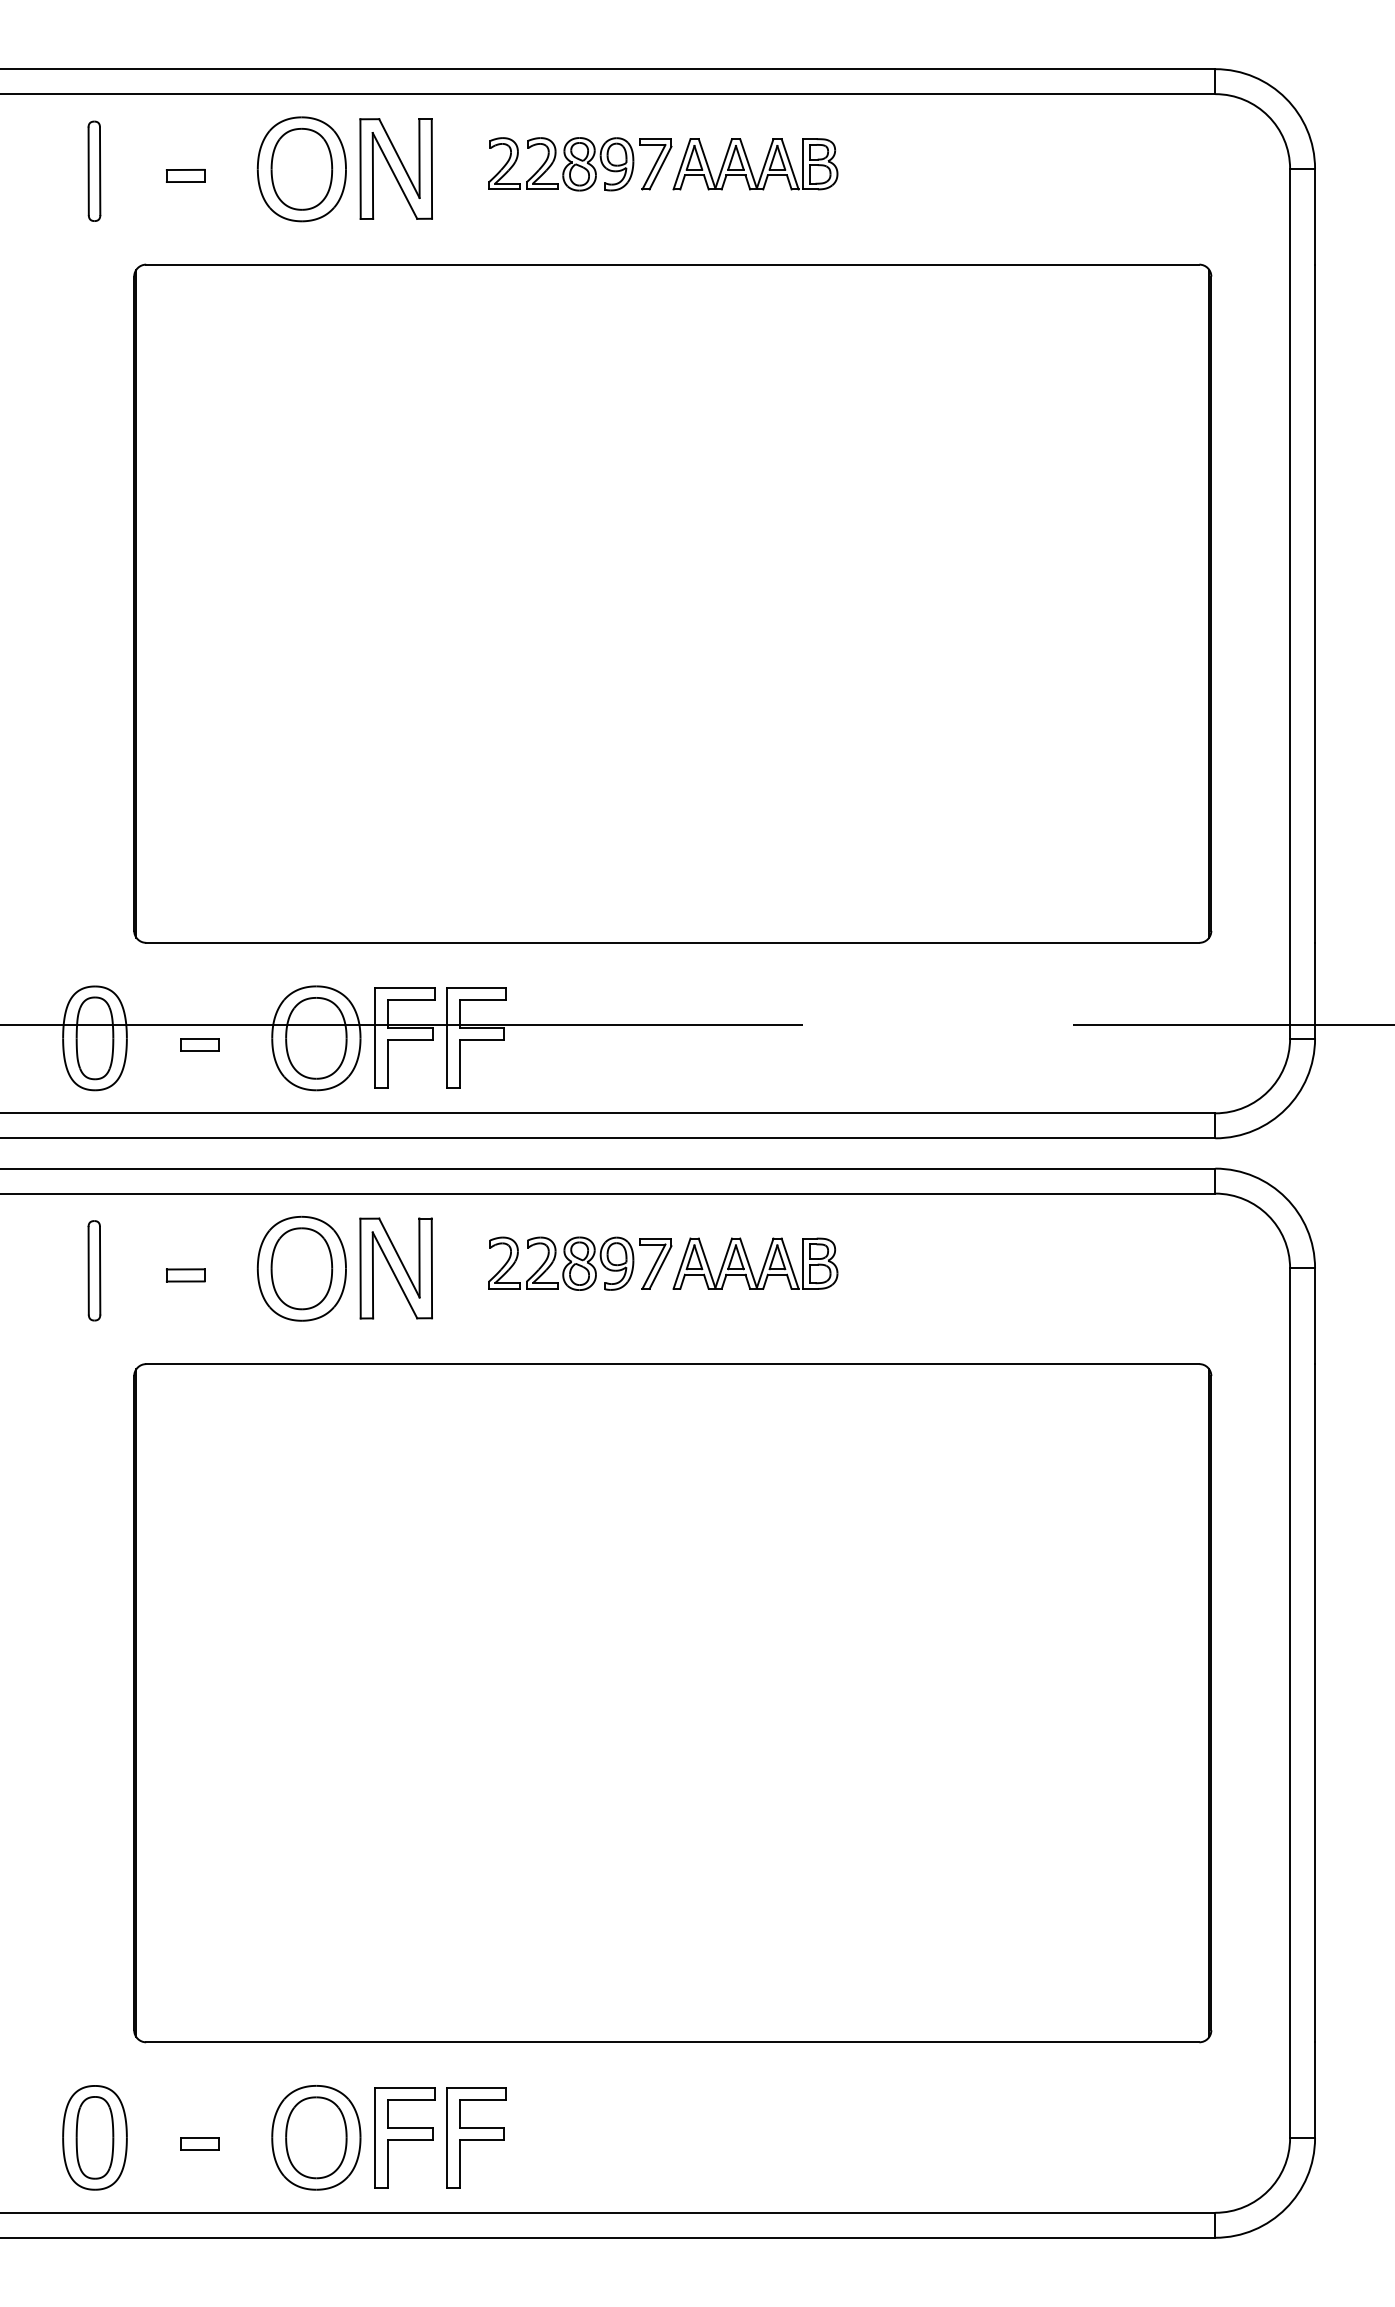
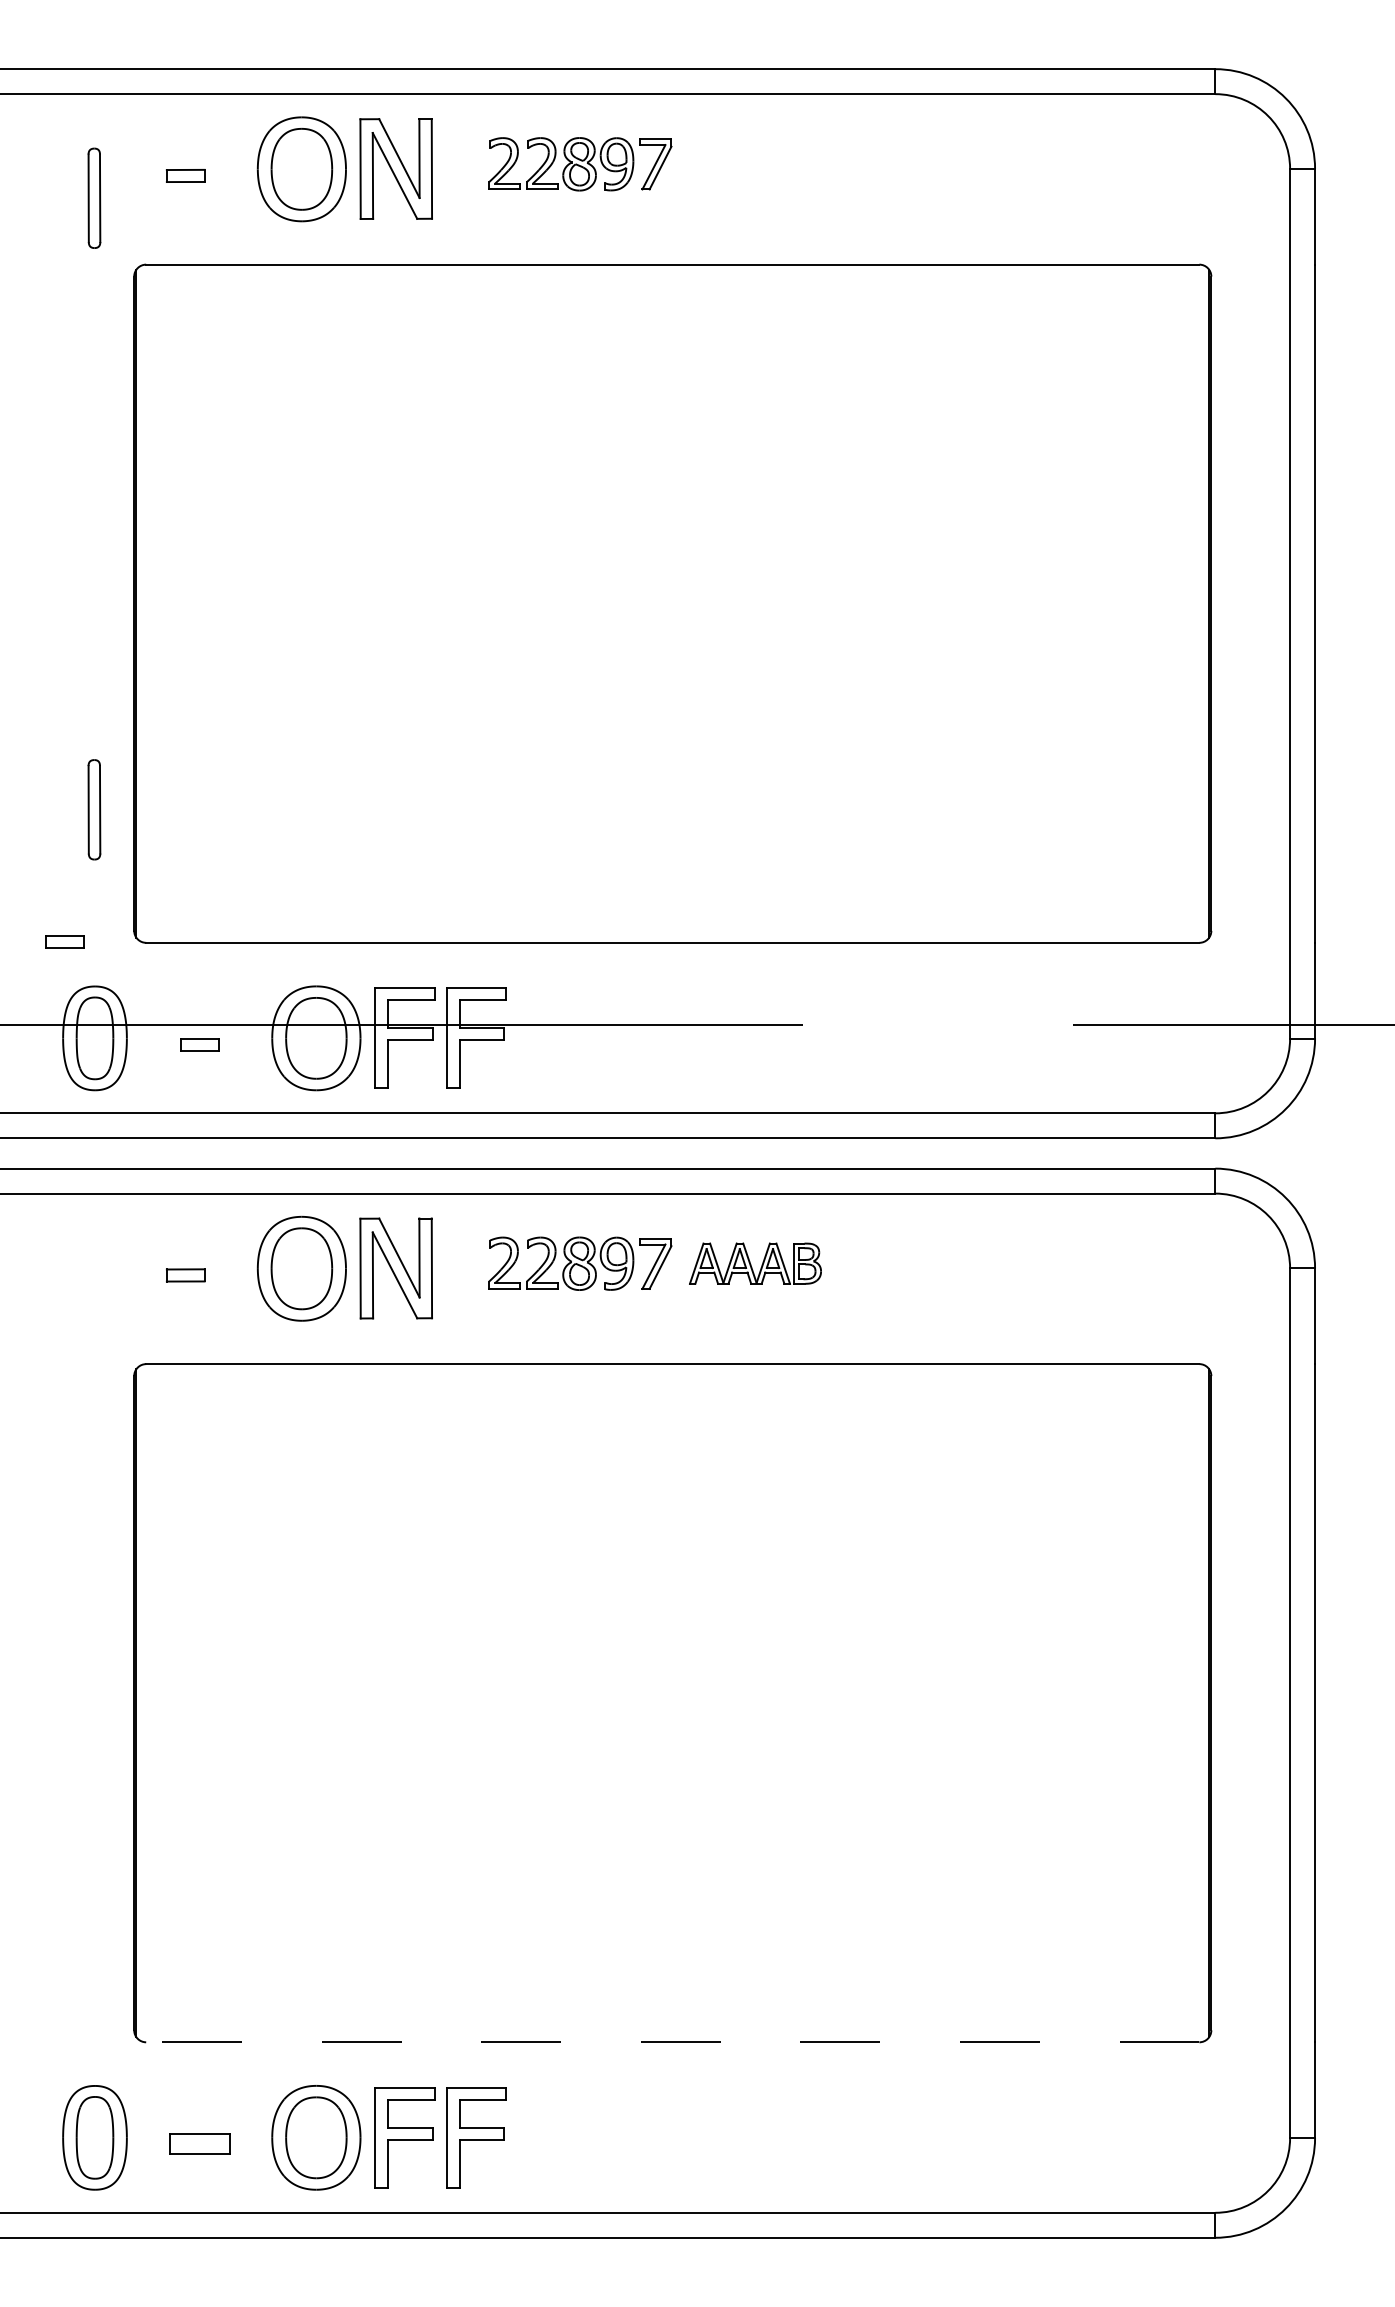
part at (755, 164): present -> none
part at (94, 170) position: (94, 170) -> (94, 197)
part at (64, 941): none -> present
part at (755, 1263) size: 167x53 px -> 133x43 px
part at (94, 1270) position: (94, 1270) -> (94, 809)
line at (672, 2042): solid -> dashed
part at (199, 2143) size: 40x14 px -> 62x22 px
